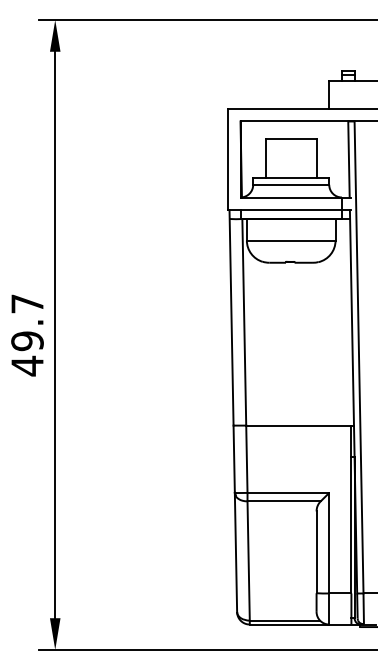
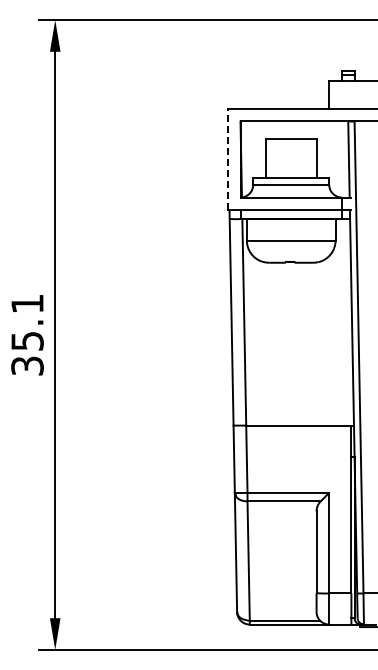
line at (227, 159): solid -> dashed
text at (27, 335): 49.7 -> 35.1
